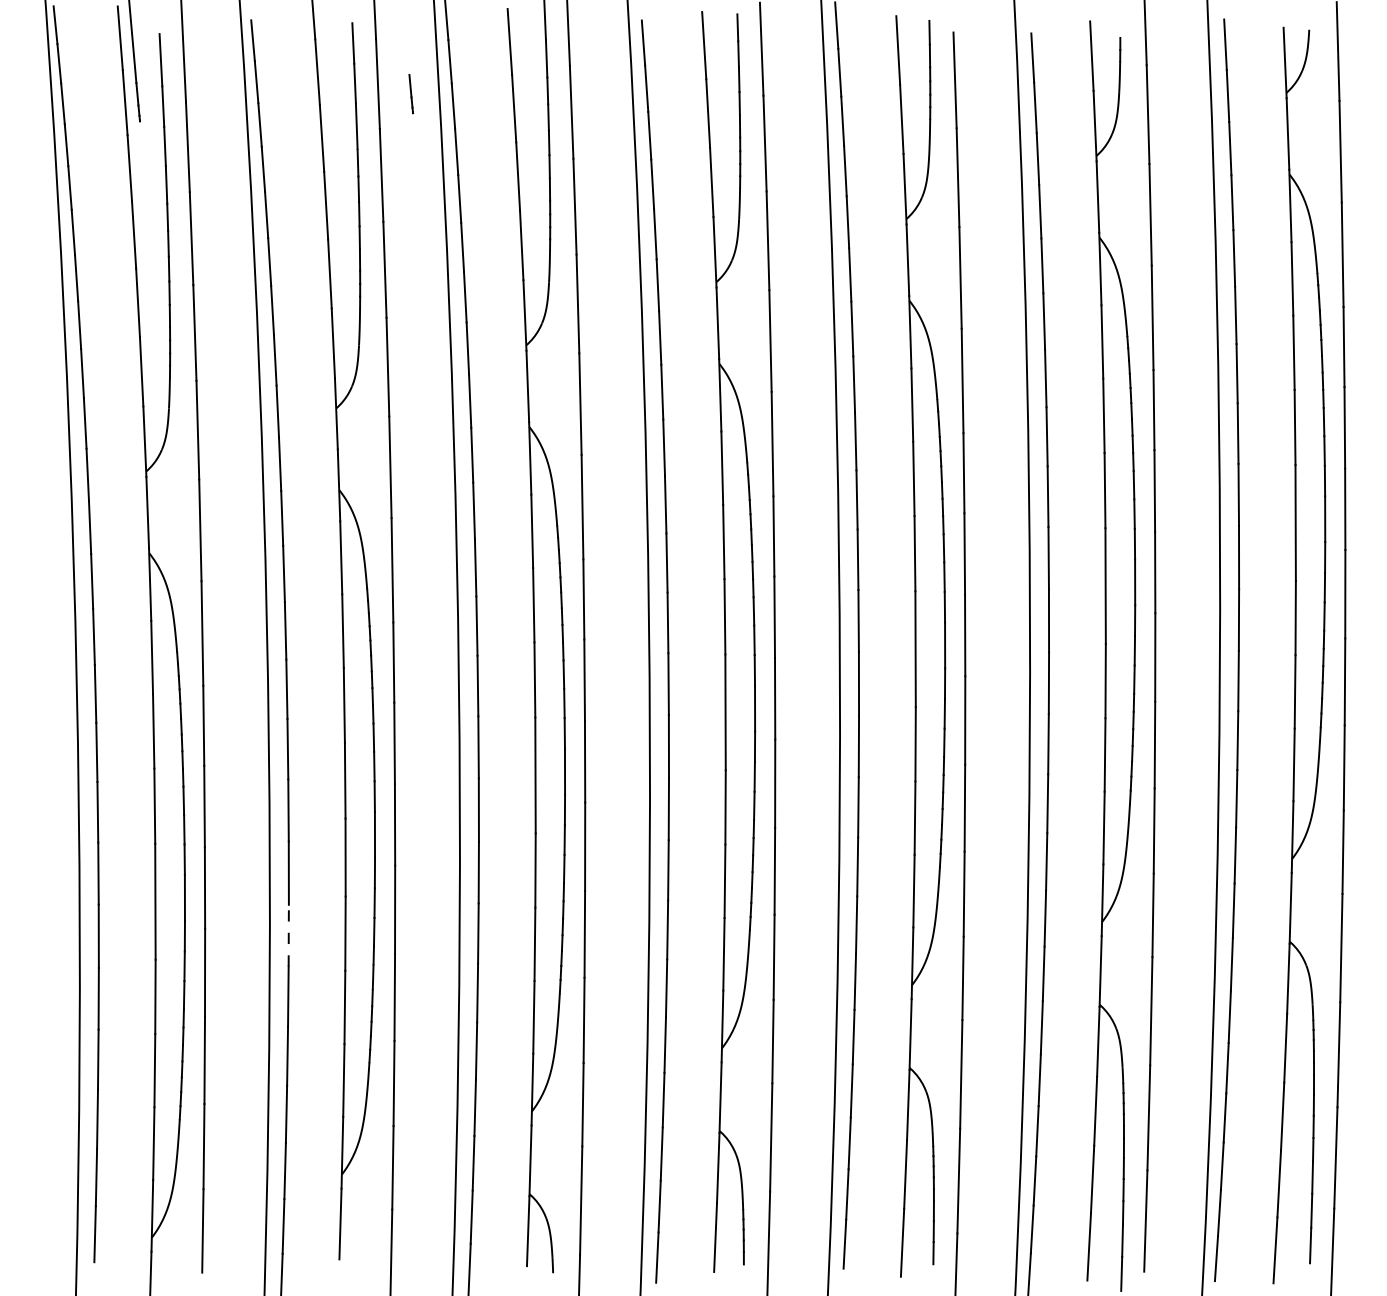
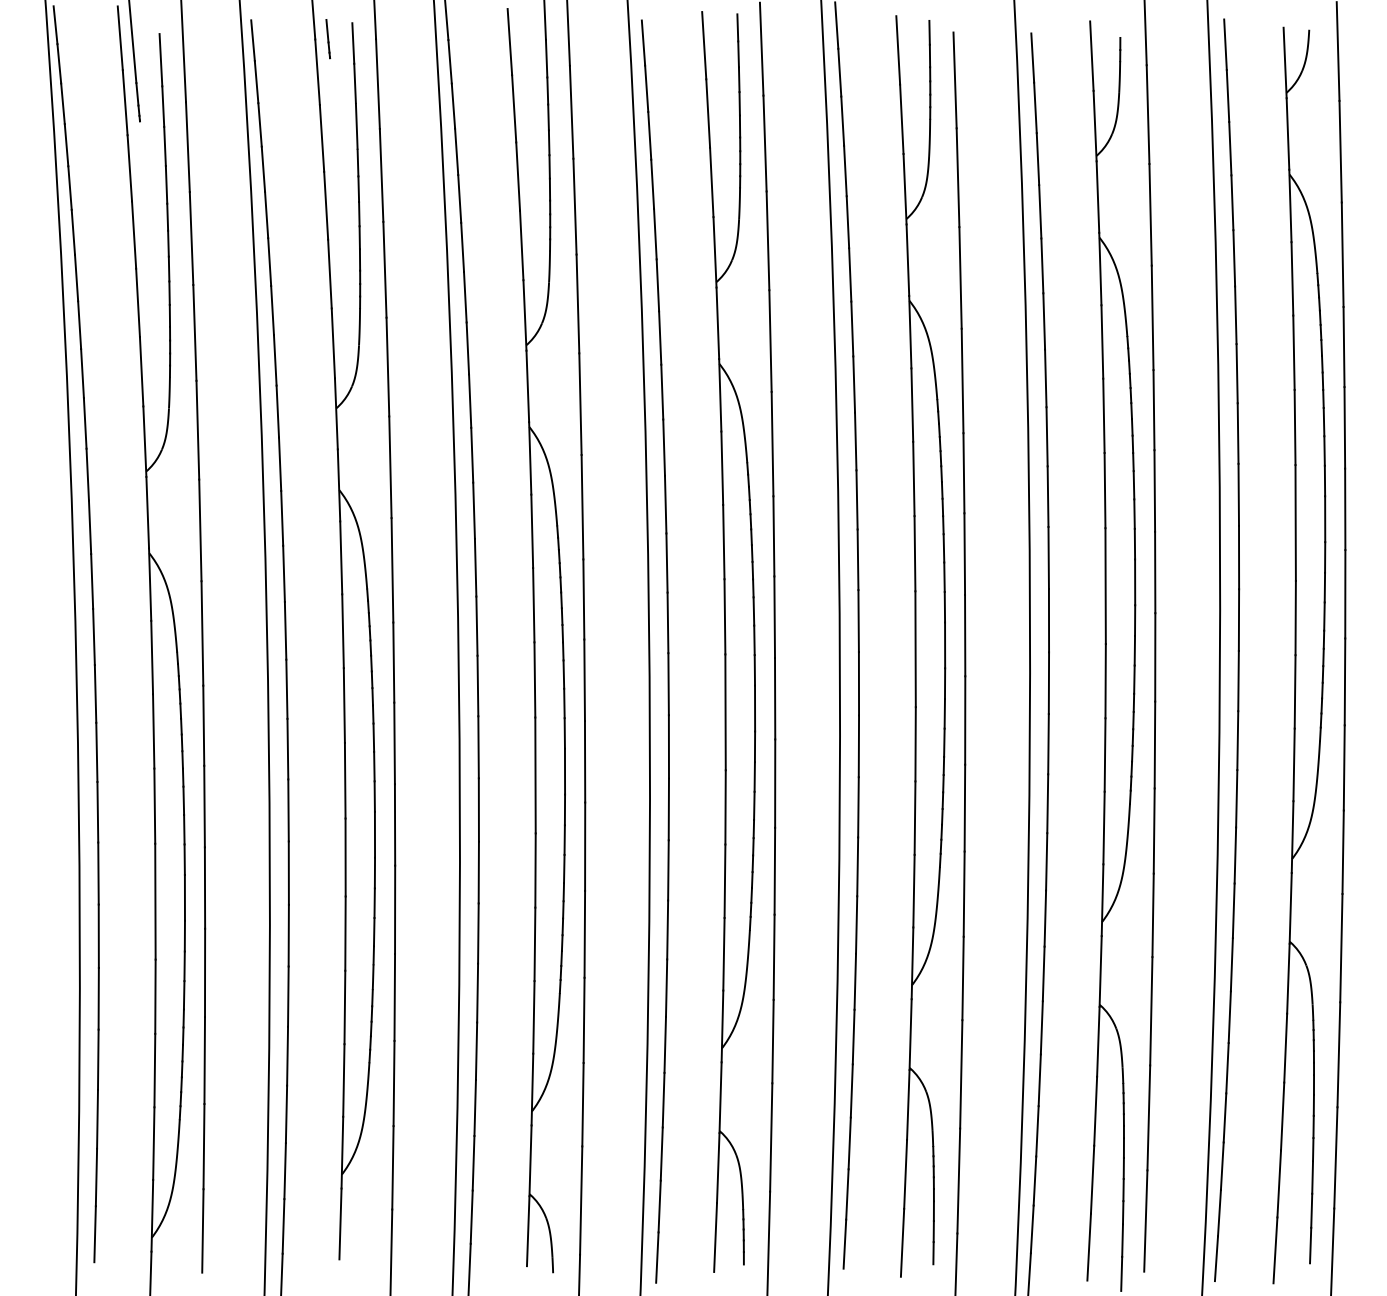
line at (411, 94) position: (411, 94) -> (328, 39)
line at (288, 935): dashed -> solid
